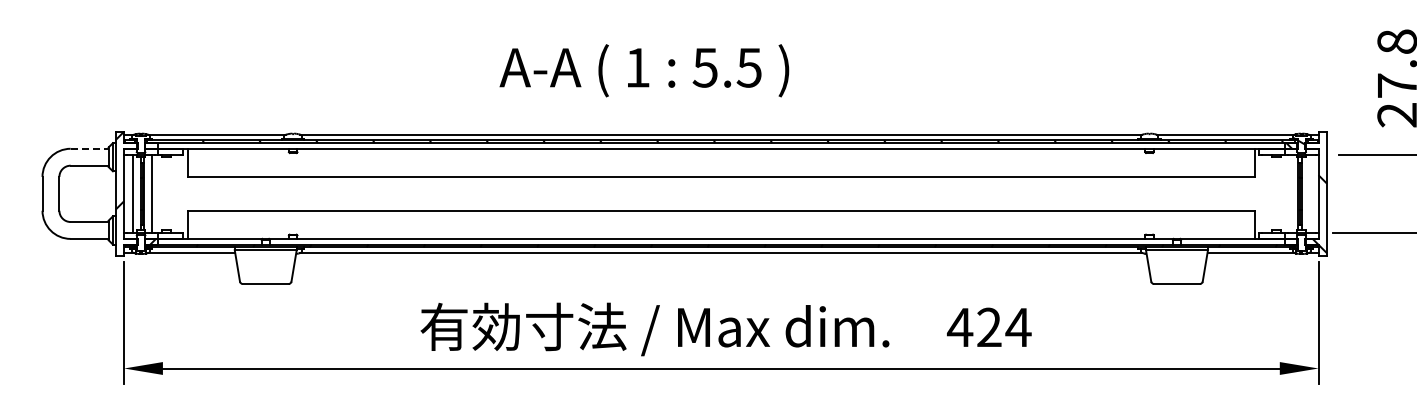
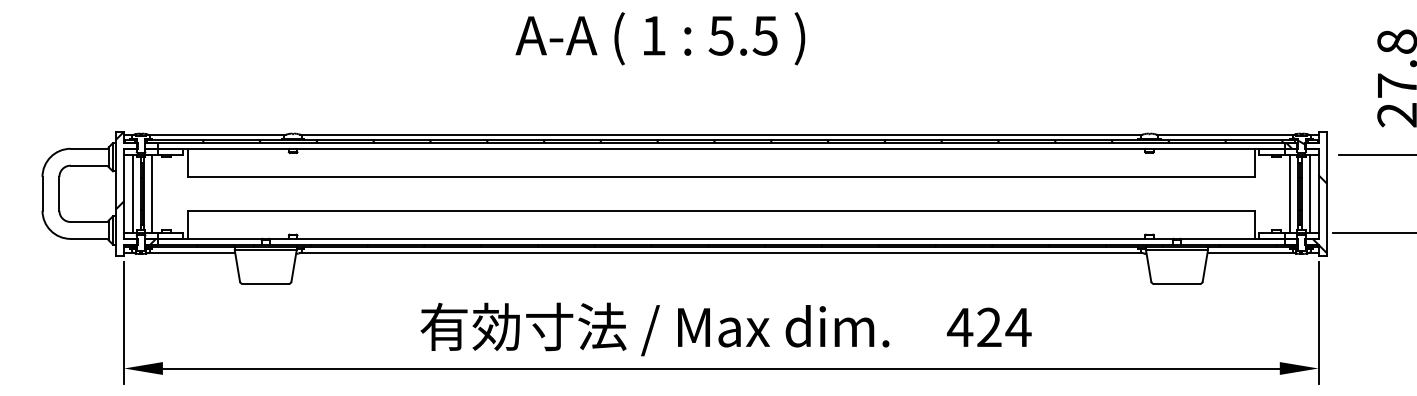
text at (644, 70) position: (644, 70) -> (660, 38)
line at (90, 148): dashed -> solid
line at (1290, 193): none -> present
line at (1310, 193): none -> present
